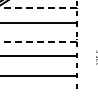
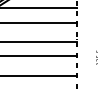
line at (38, 8): dashed -> solid
line at (38, 42): dashed -> solid
